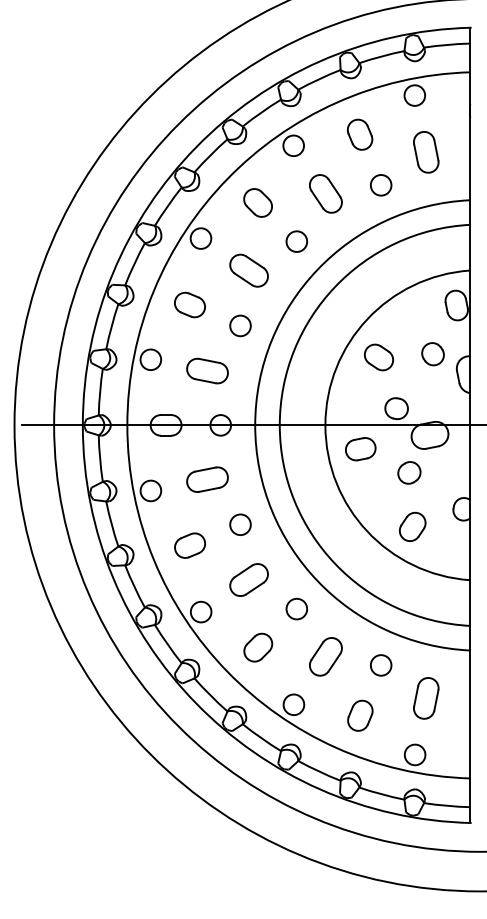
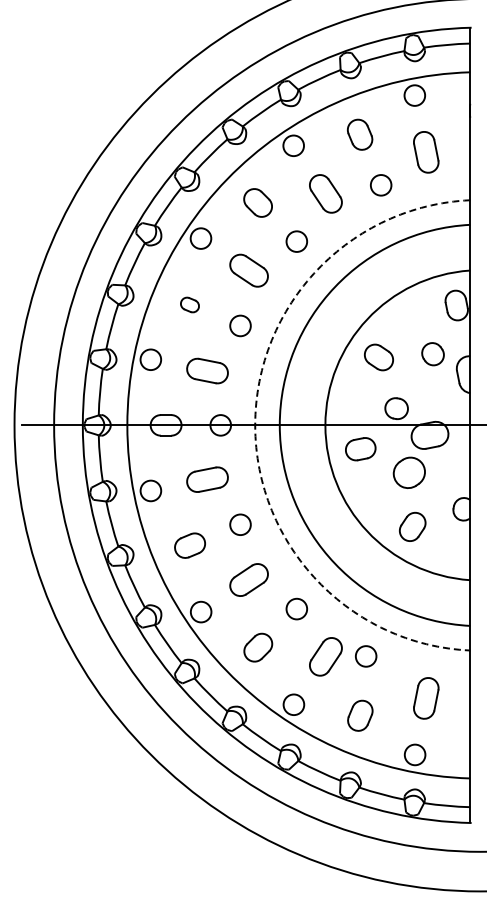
part at (189, 304) size: 32x28 px -> 20x18 px
arc at (255, 425): solid -> dashed
part at (409, 472) size: 25x24 px -> 34x33 px
circle at (381, 665) position: (381, 665) -> (366, 656)
